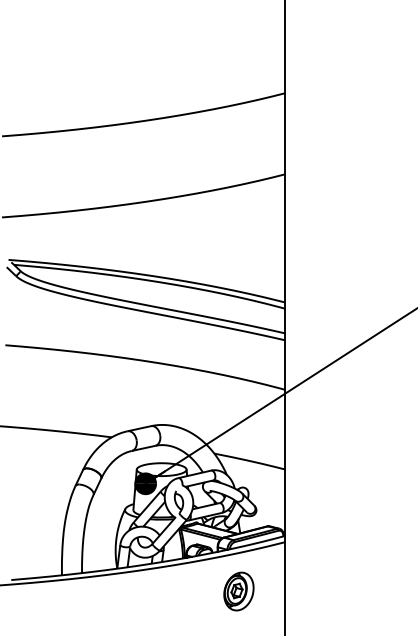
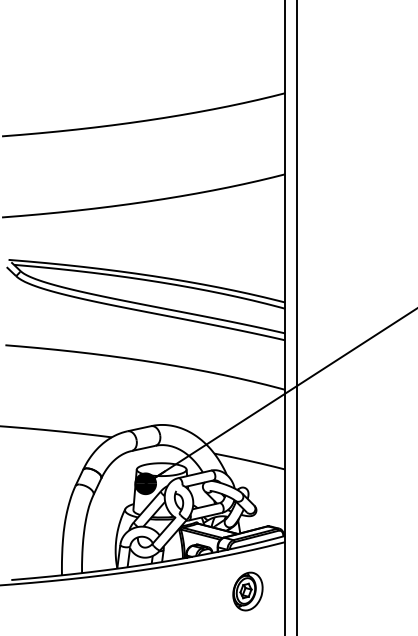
line at (297, 317): none -> present
part at (238, 591) position: (238, 591) -> (247, 591)
